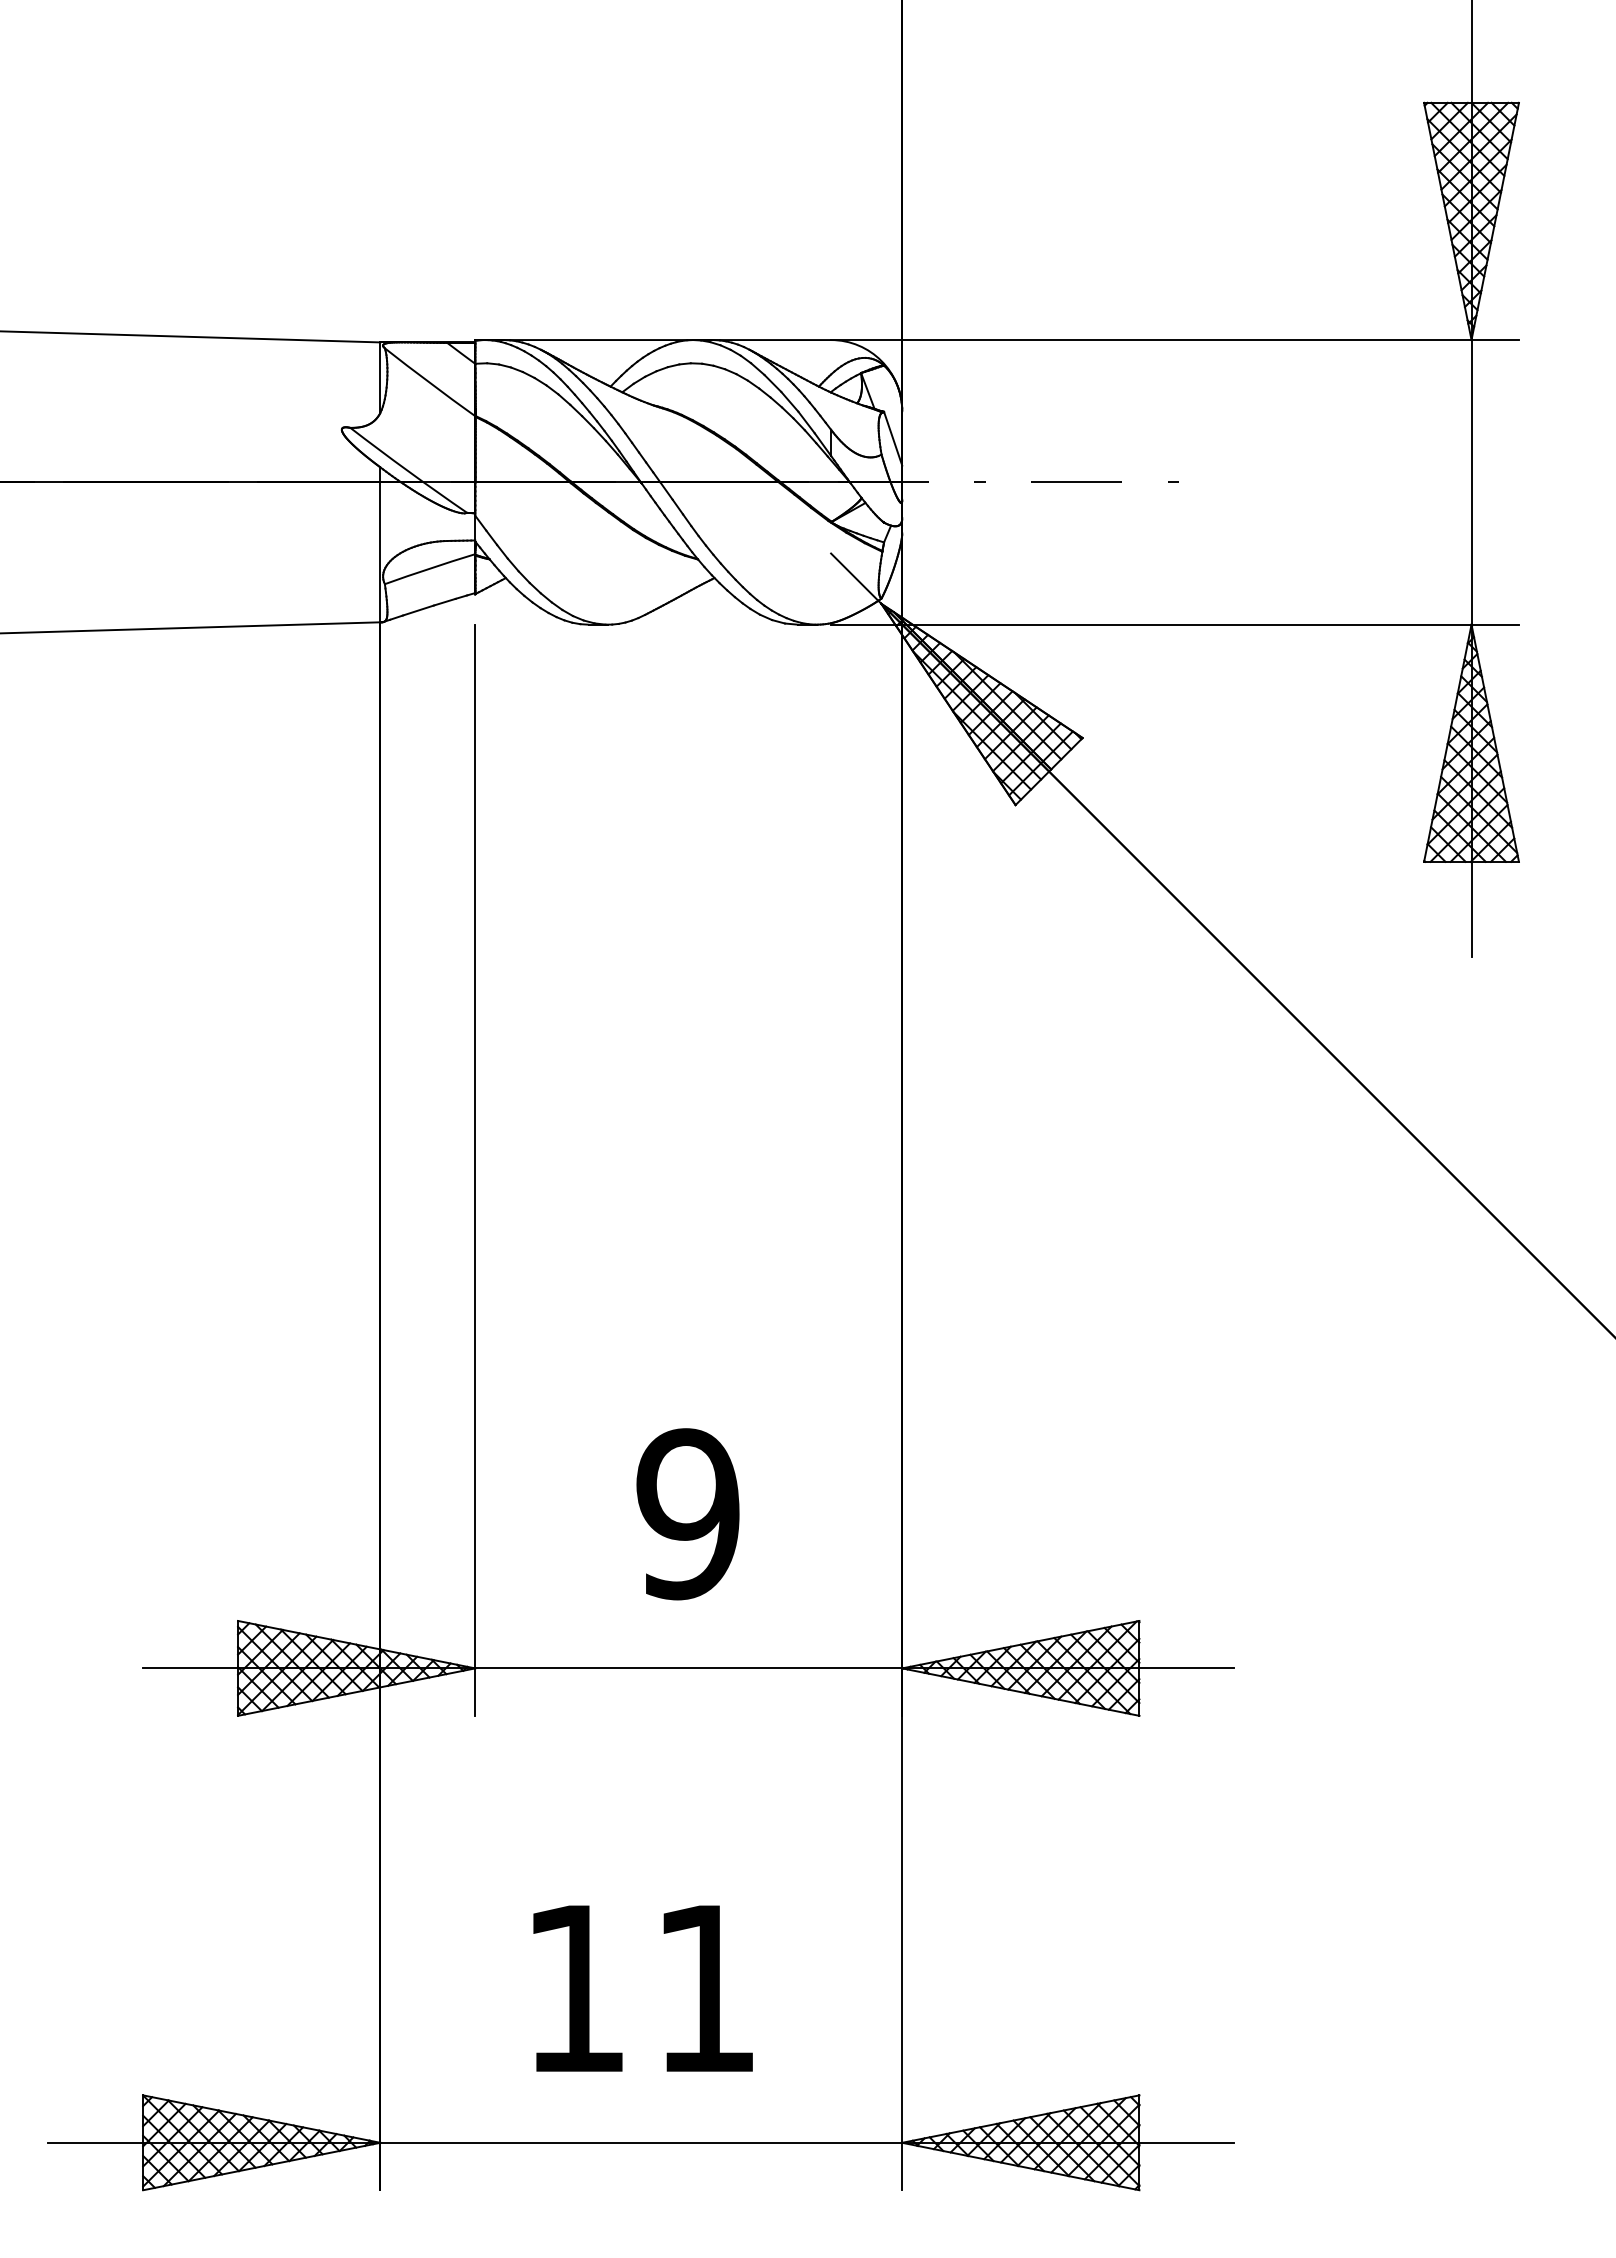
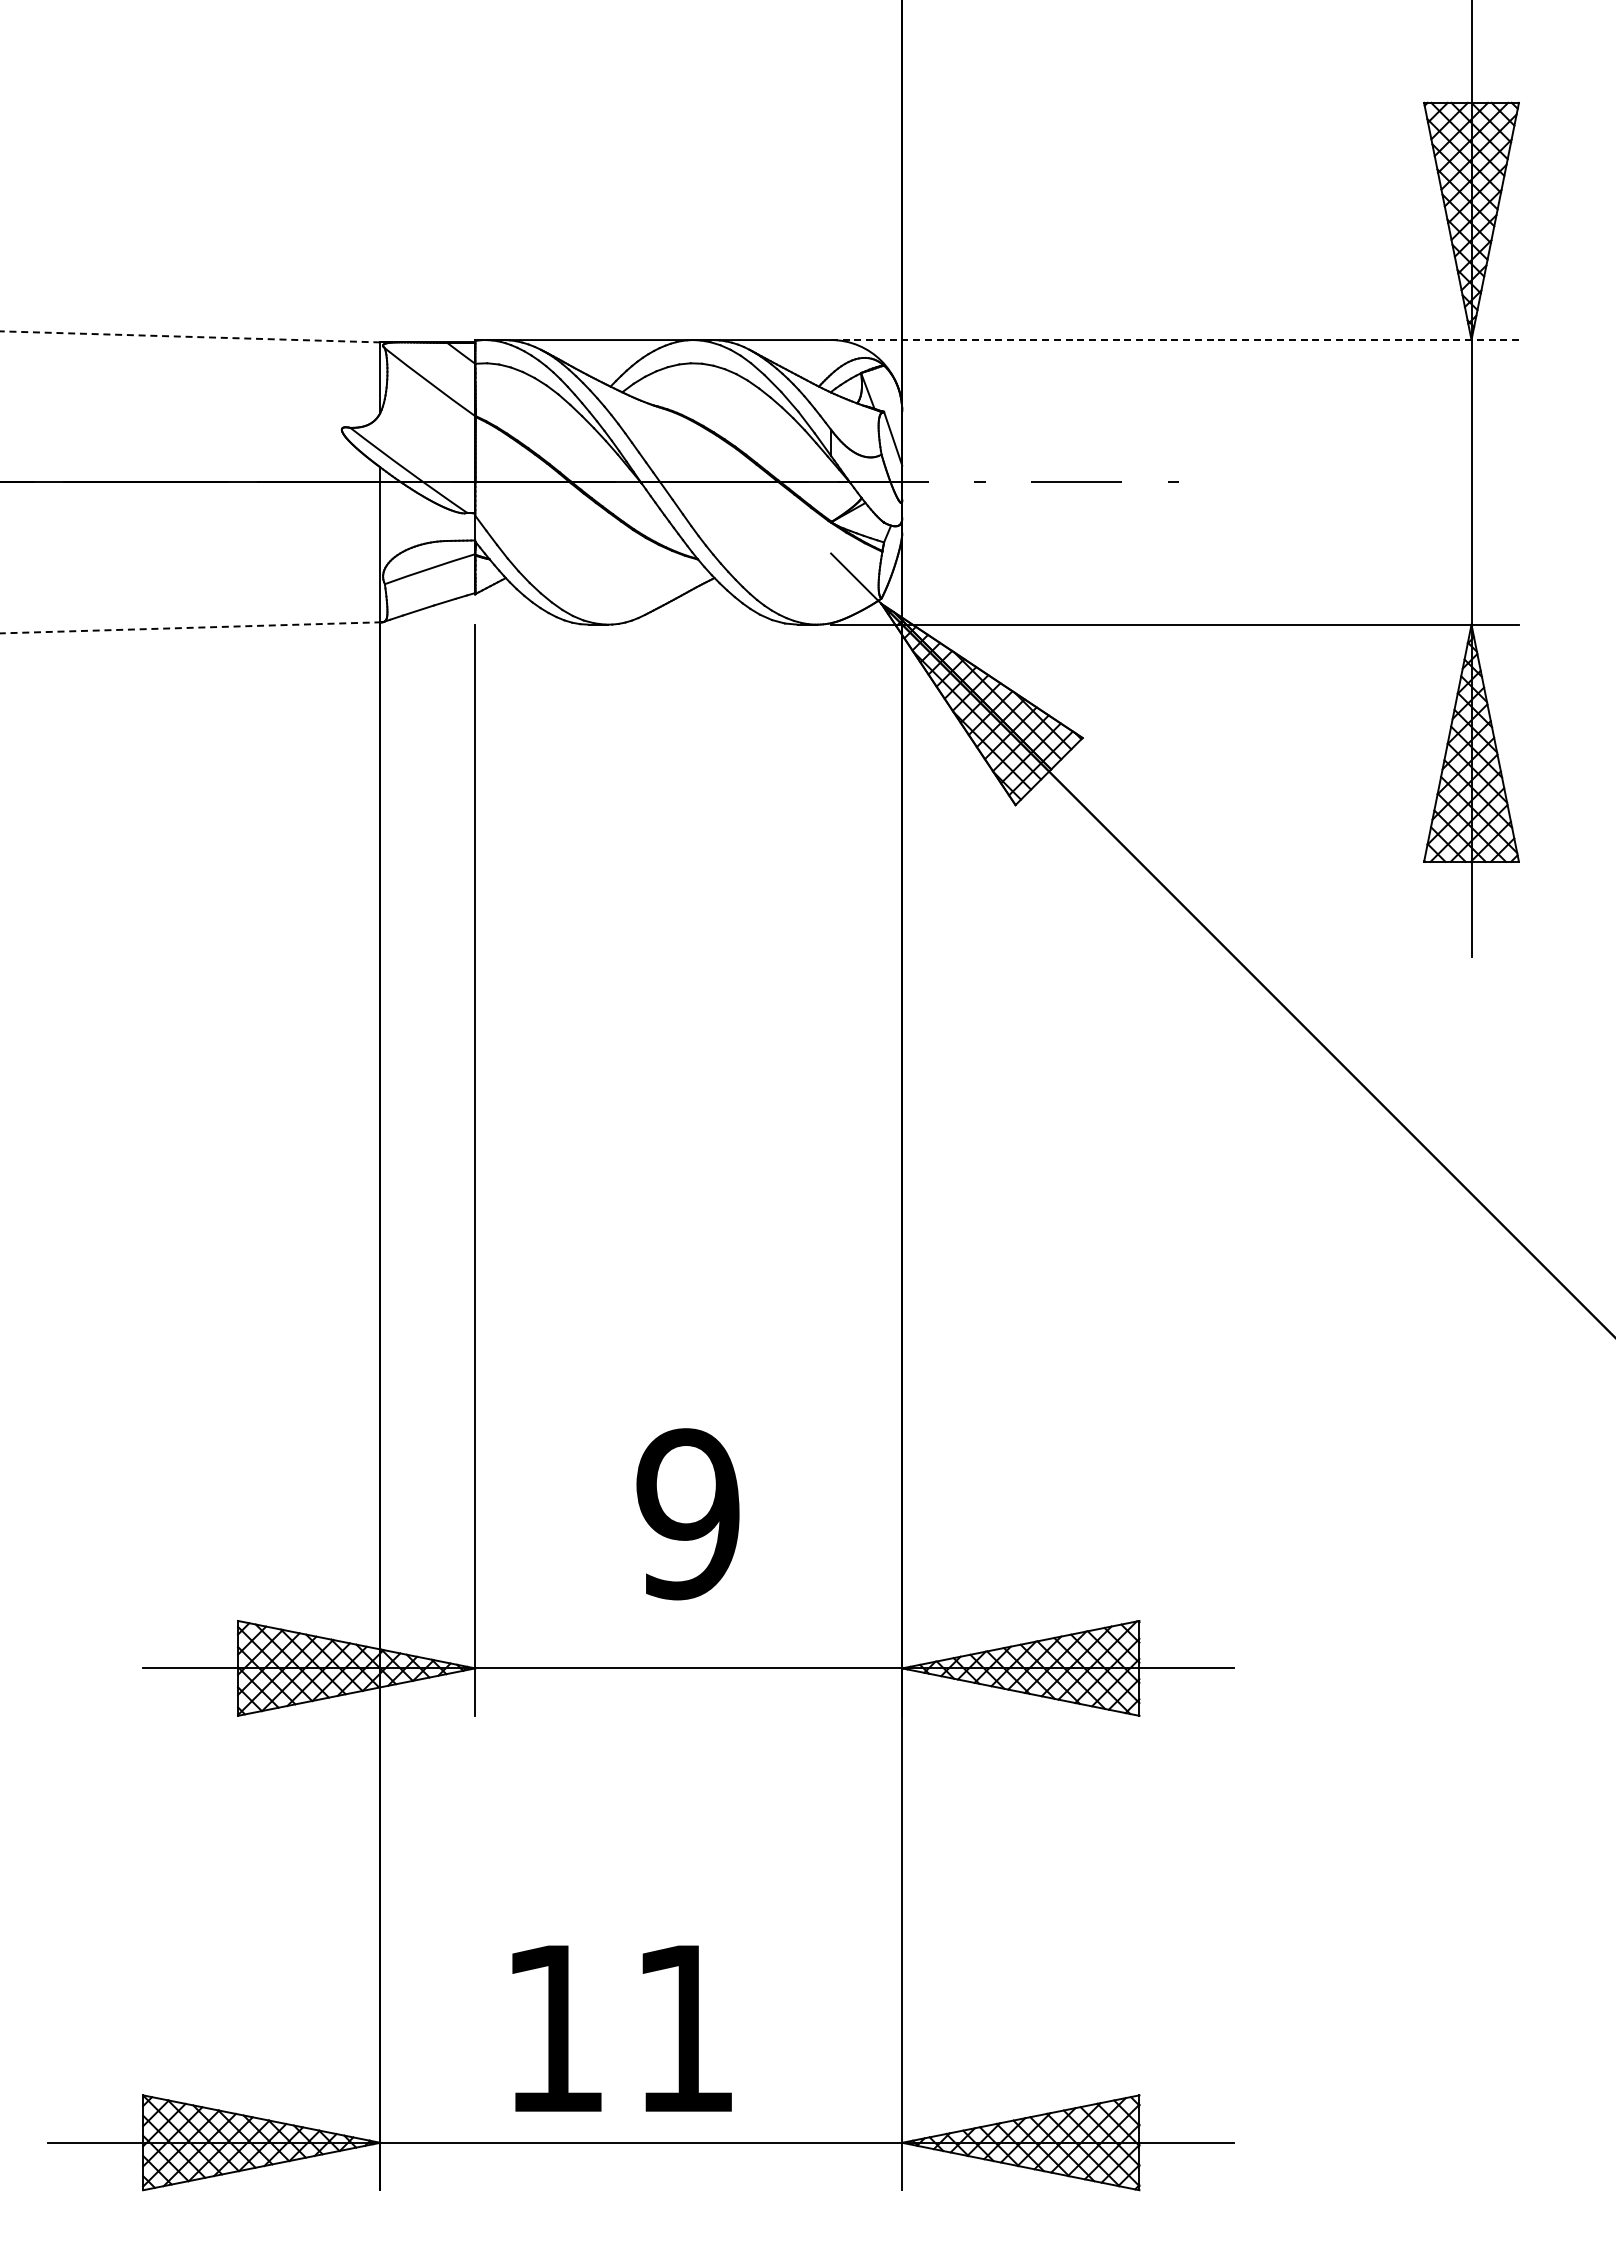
line at (190, 336): solid -> dashed
line at (1175, 340): solid -> dashed
line at (190, 627): solid -> dashed
text at (642, 1988) position: (642, 1988) -> (621, 2028)
